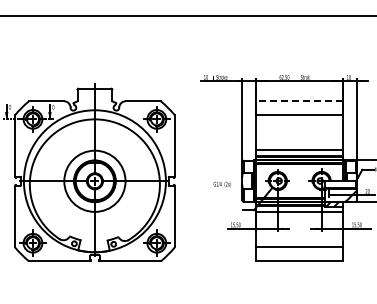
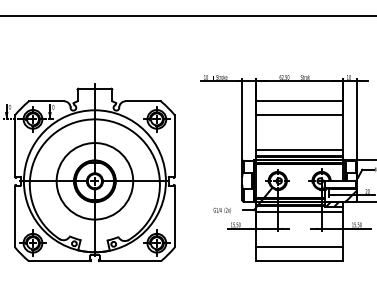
line at (299, 101): dashed -> solid
circle at (94, 180) diameter: 61 px -> 77 px
text at (221, 184) position: (221, 184) -> (221, 210)
